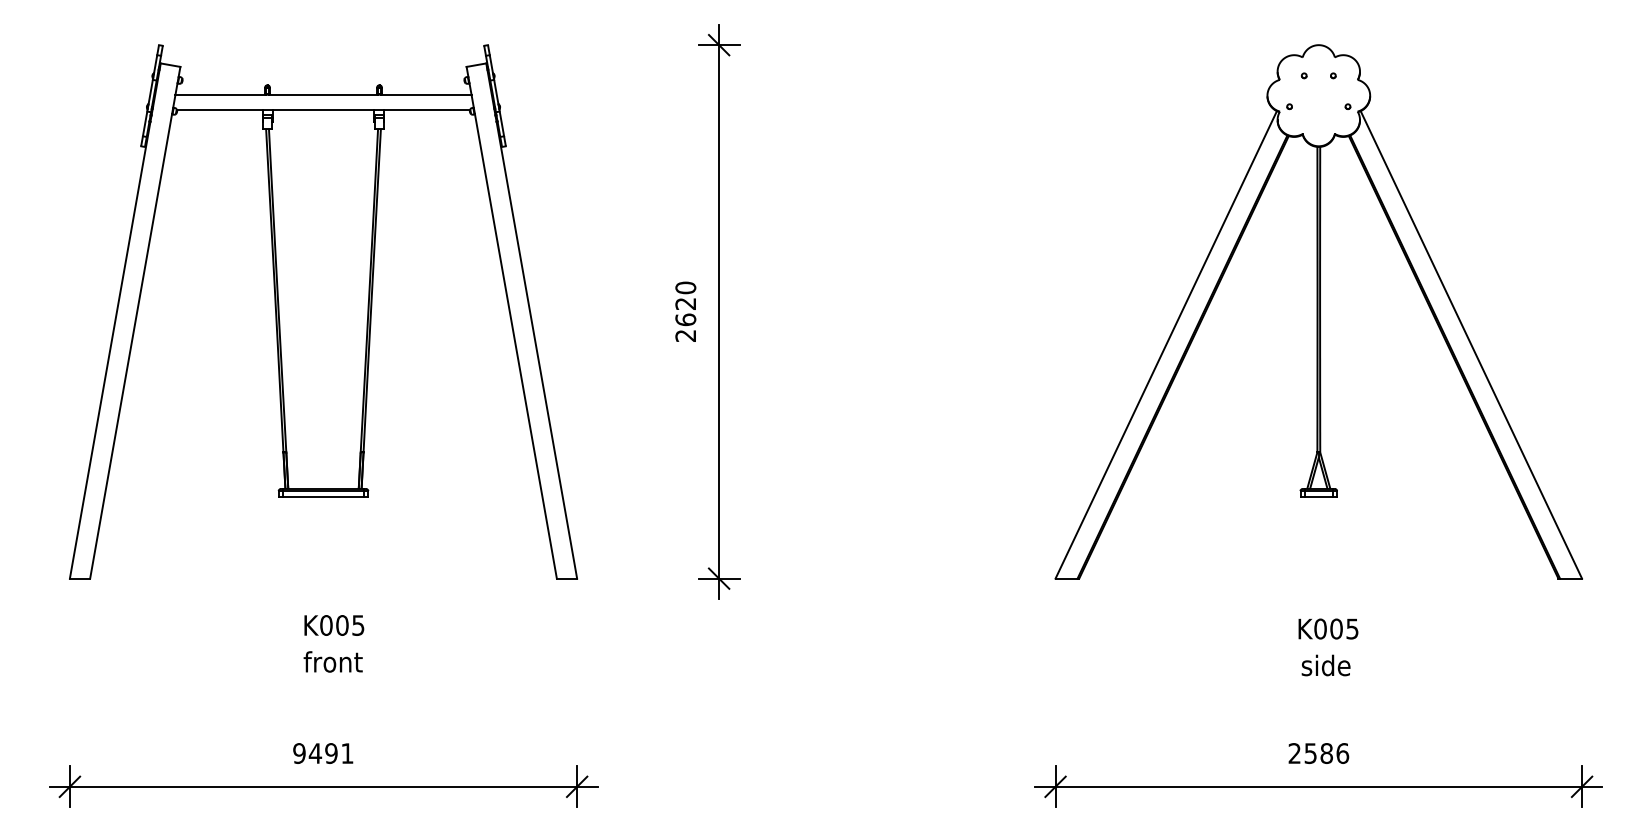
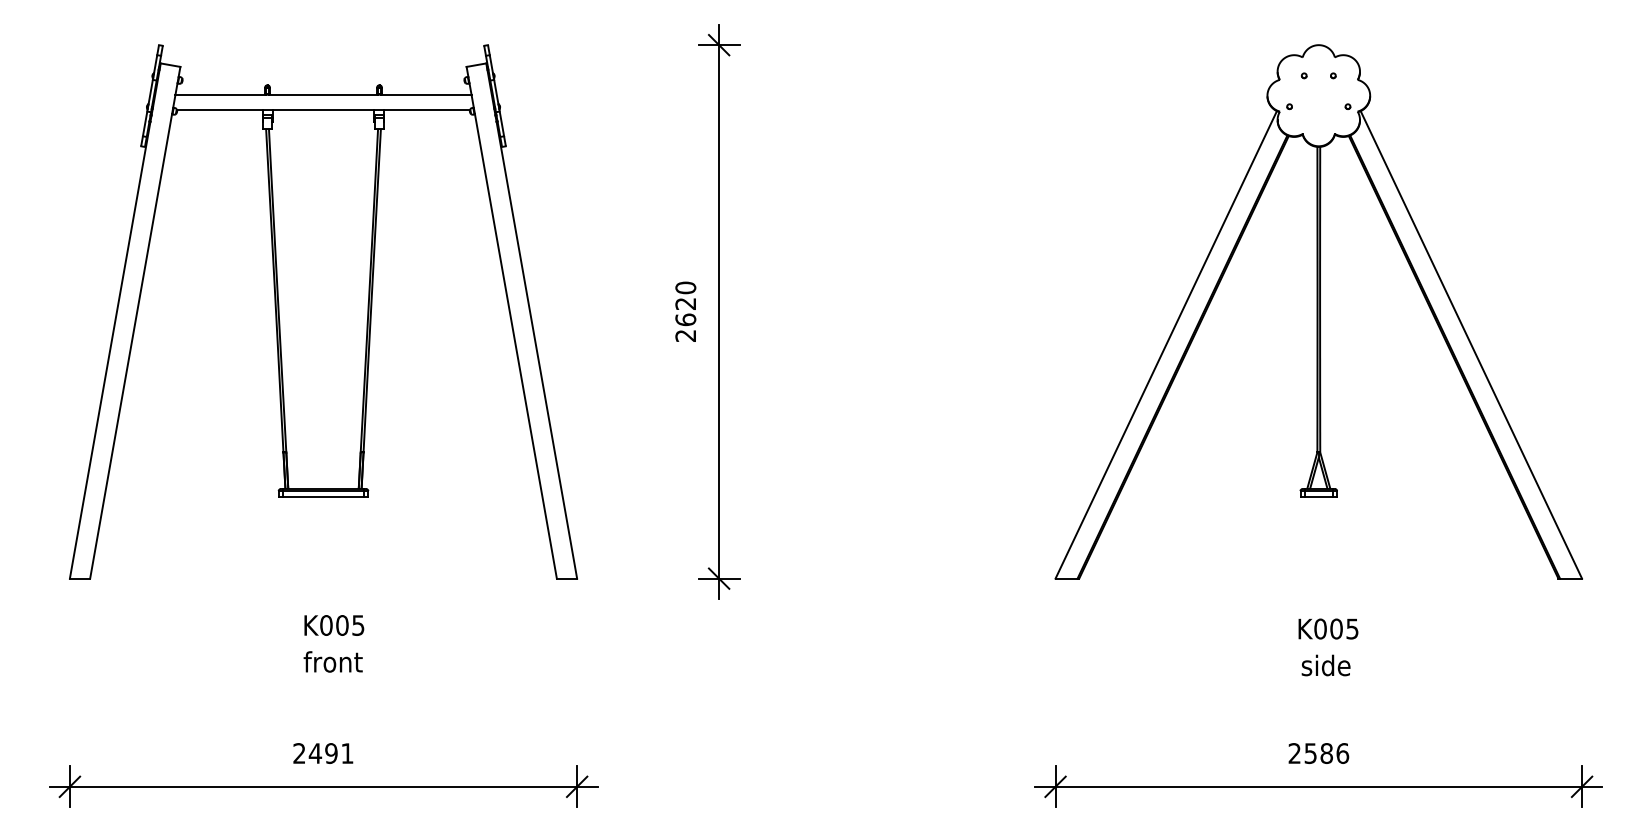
text at (299, 753): 9491 -> 2491
